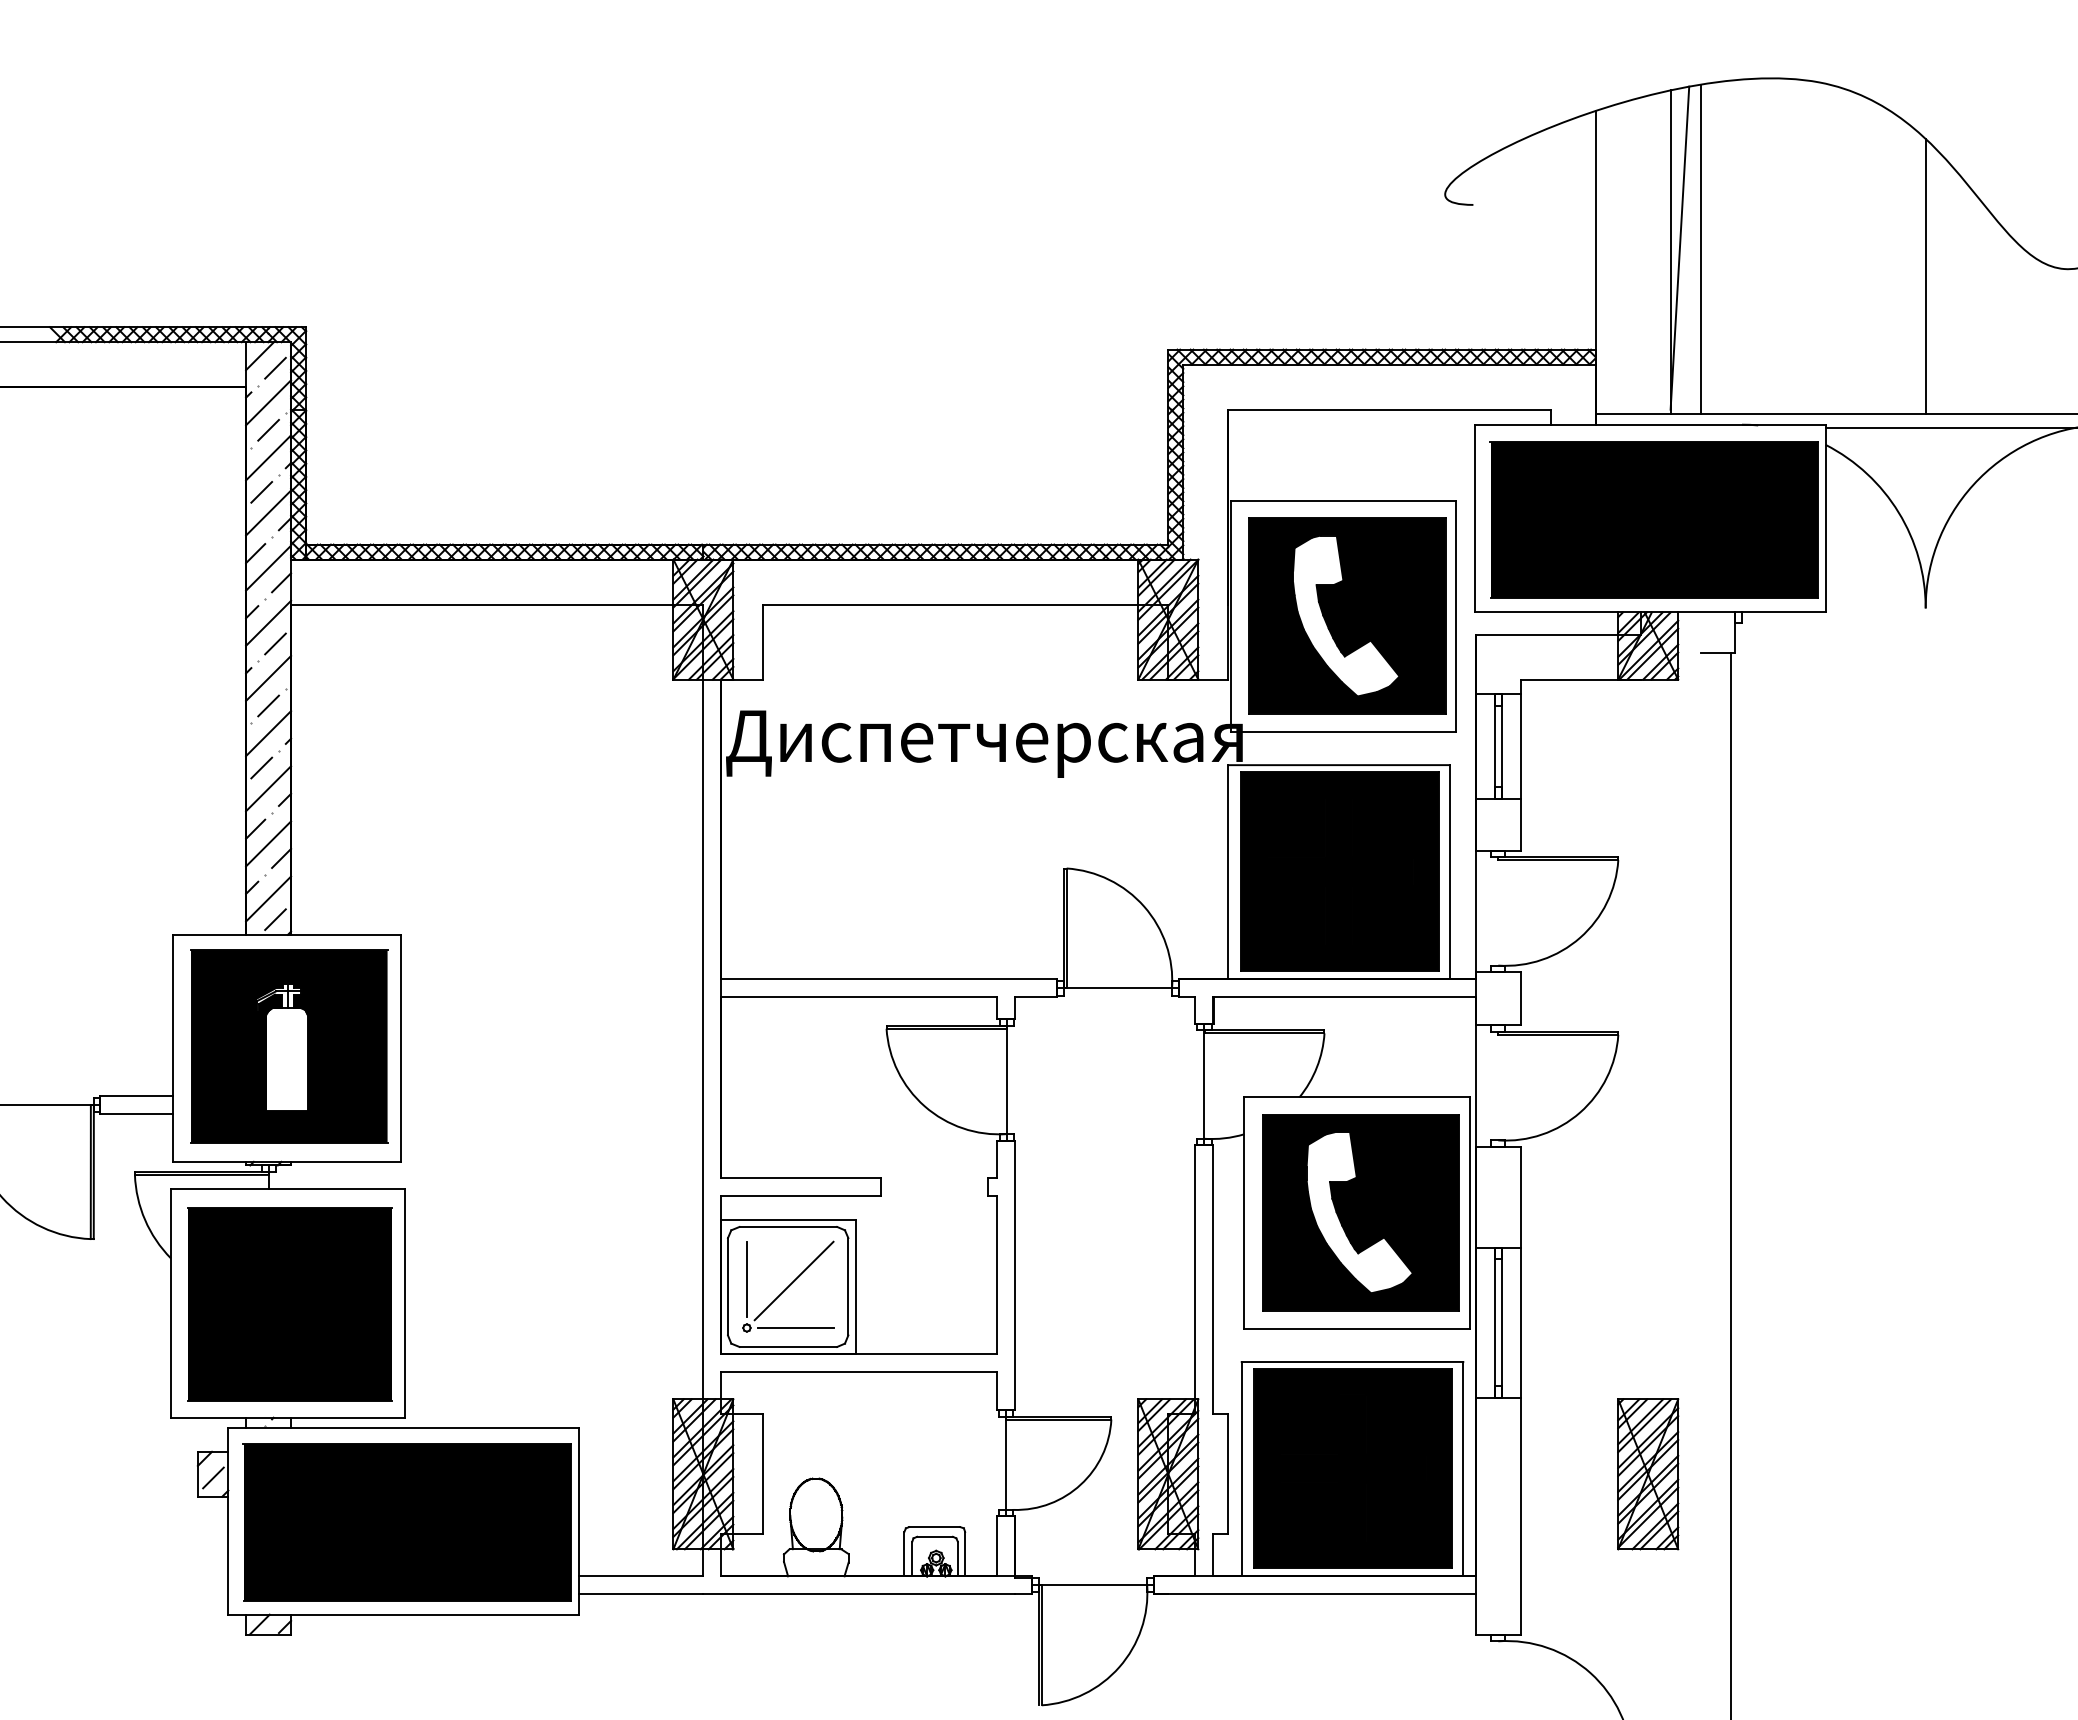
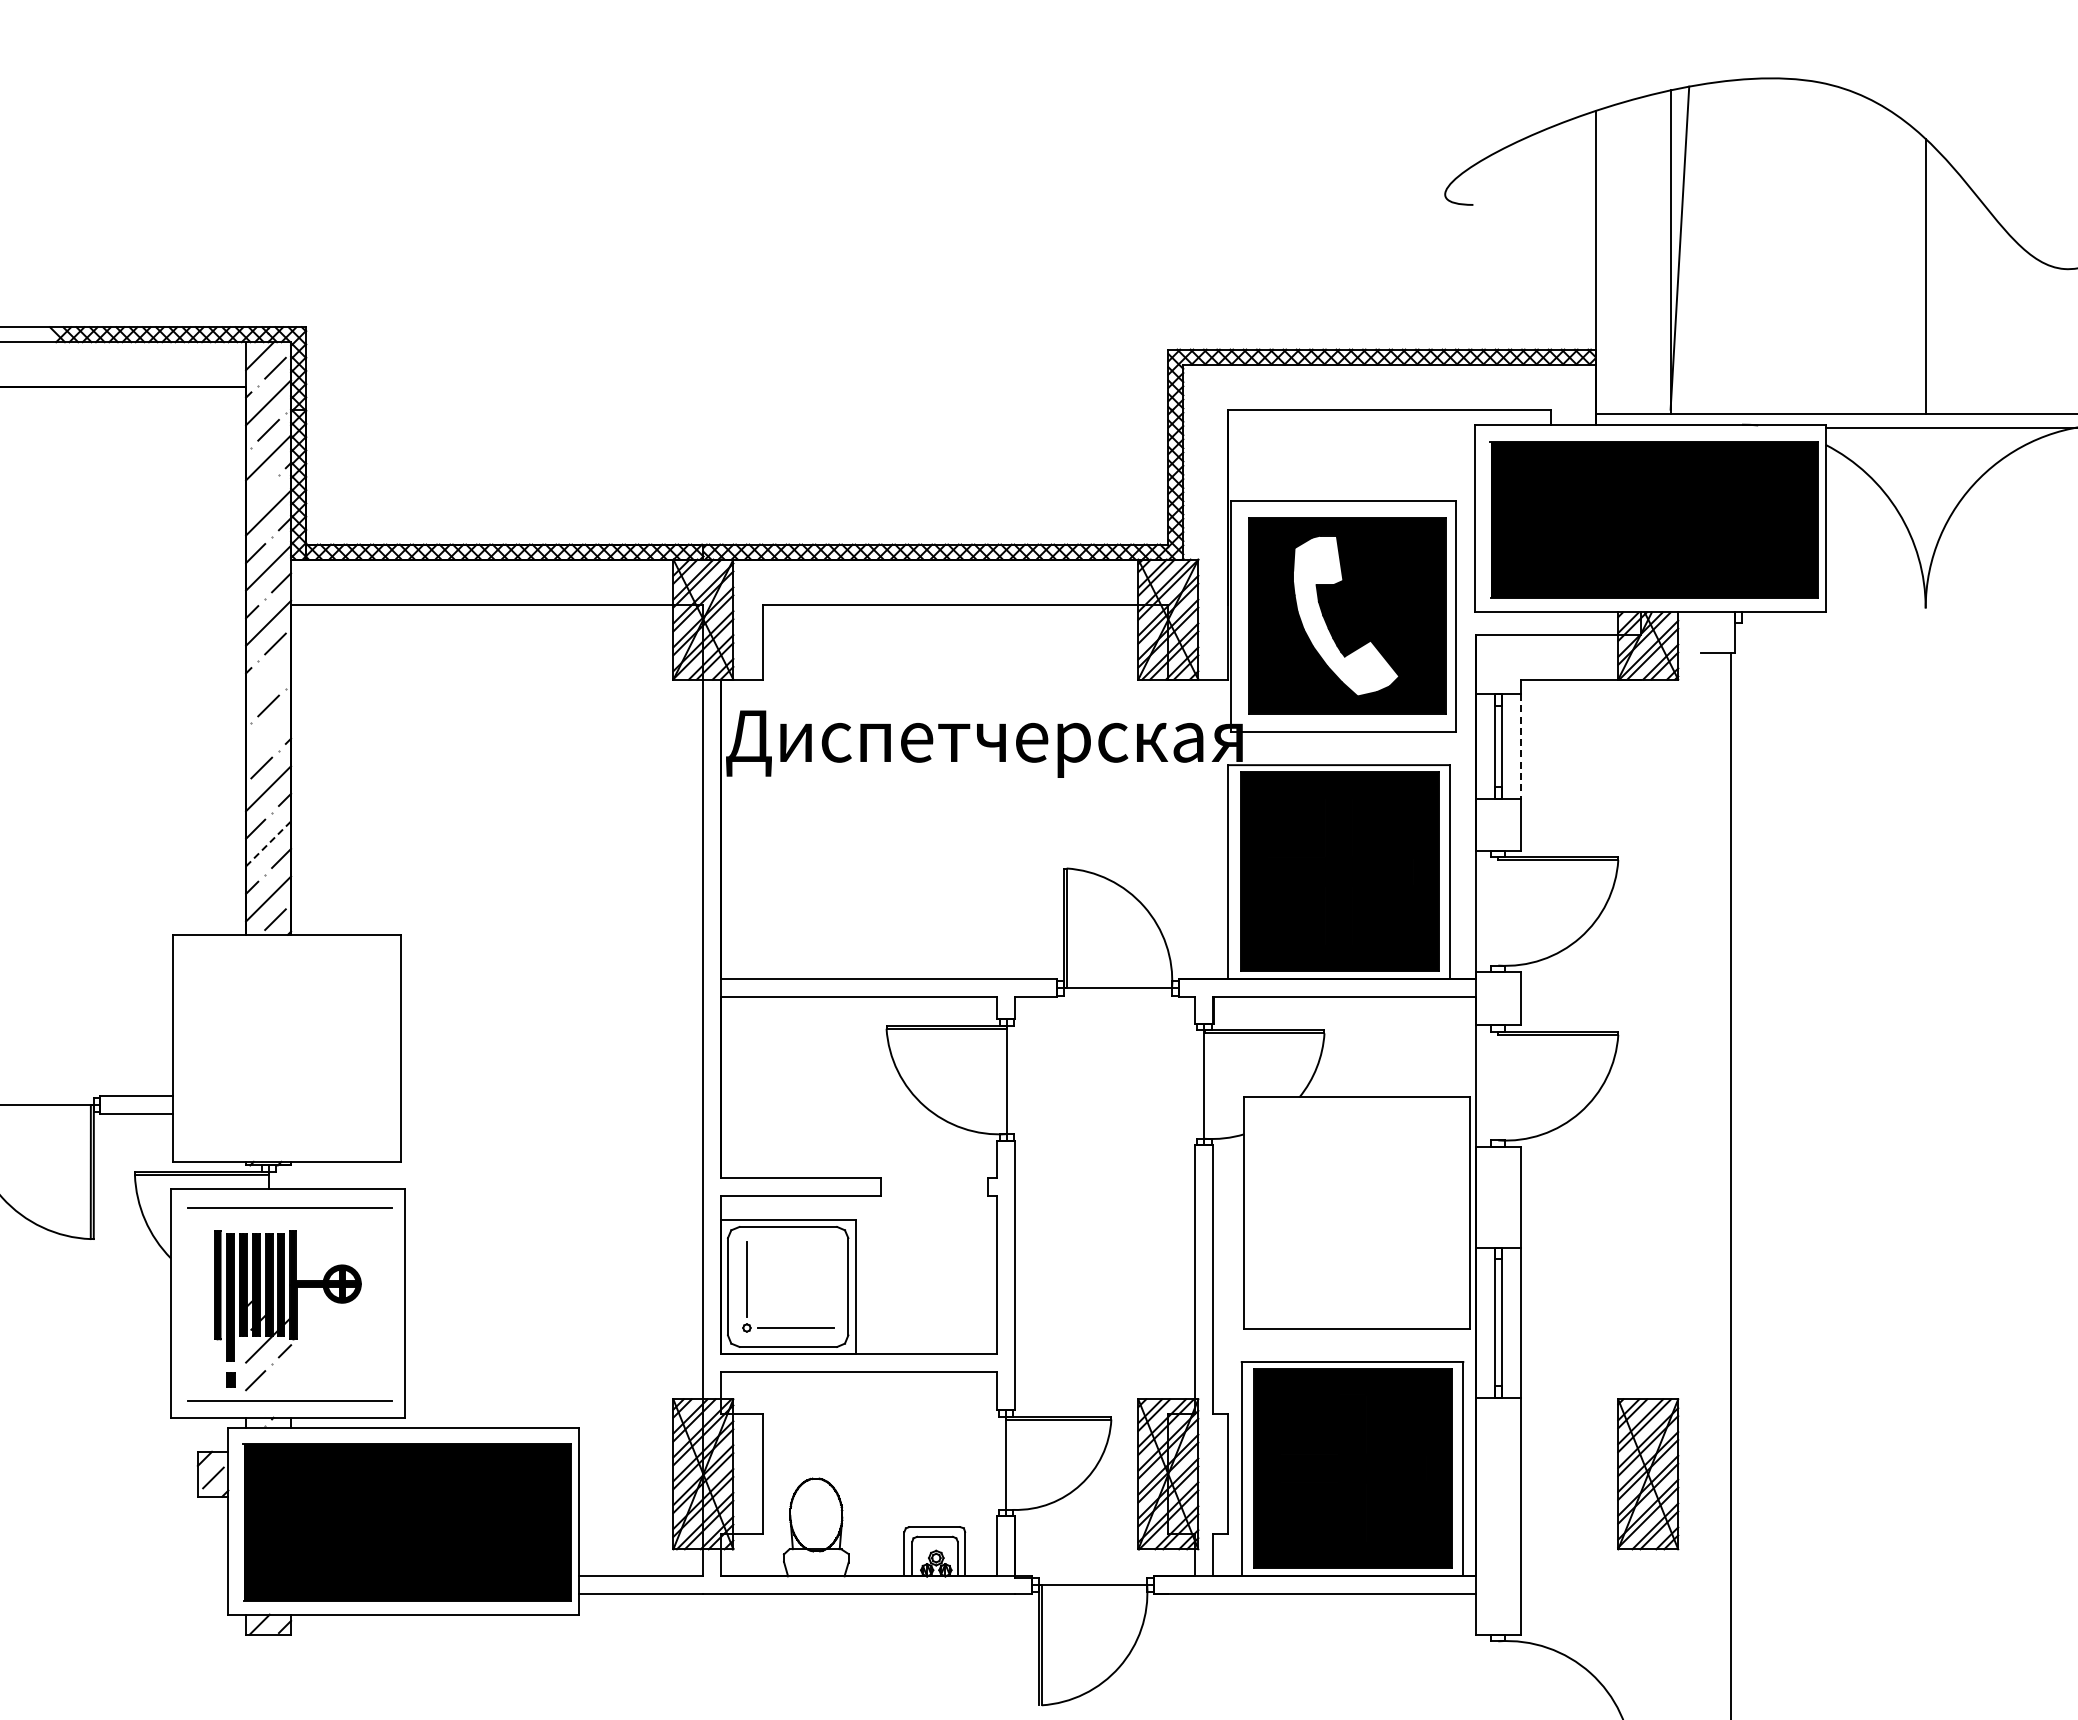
line at (1700, 248): present -> none
line at (261, 492): present -> none
line at (268, 677): present -> none
line at (268, 733): present -> none
line at (1520, 747): solid -> dashed
line at (268, 843): solid -> dashed
part at (289, 1046): present -> none
part at (1360, 1212): present -> none
line at (793, 1280): present -> none
fill at (289, 1303): present -> none
